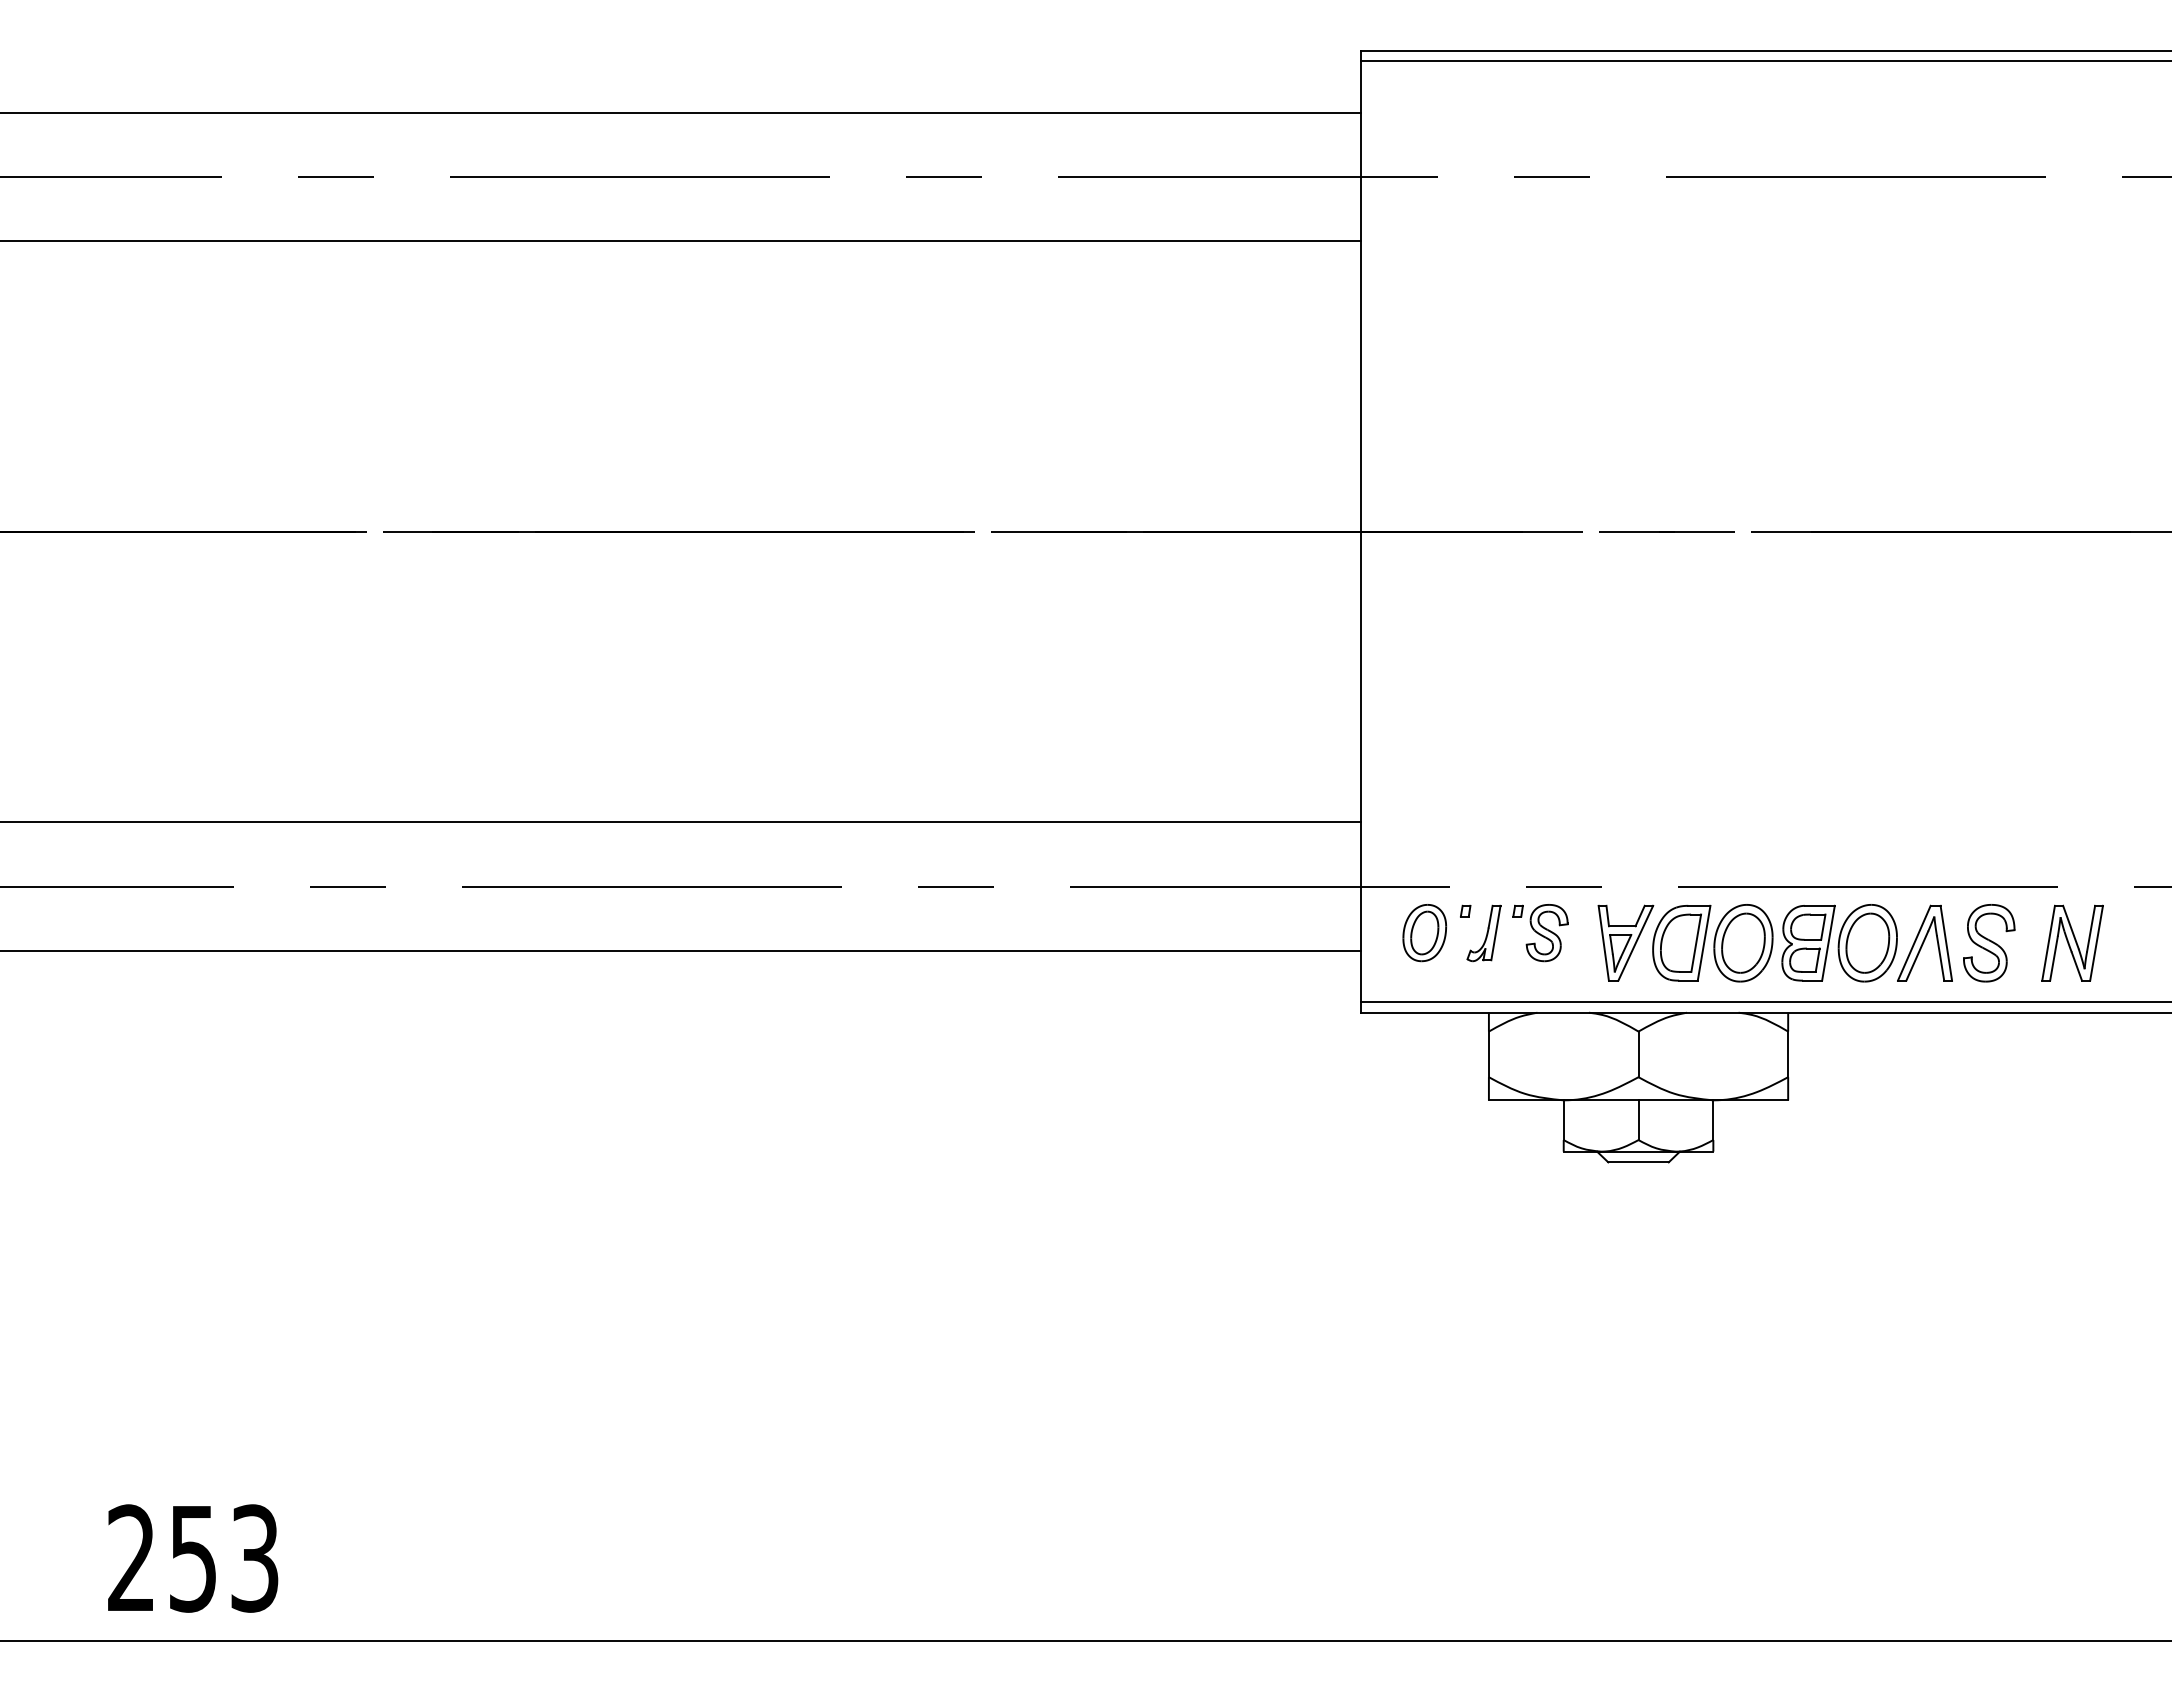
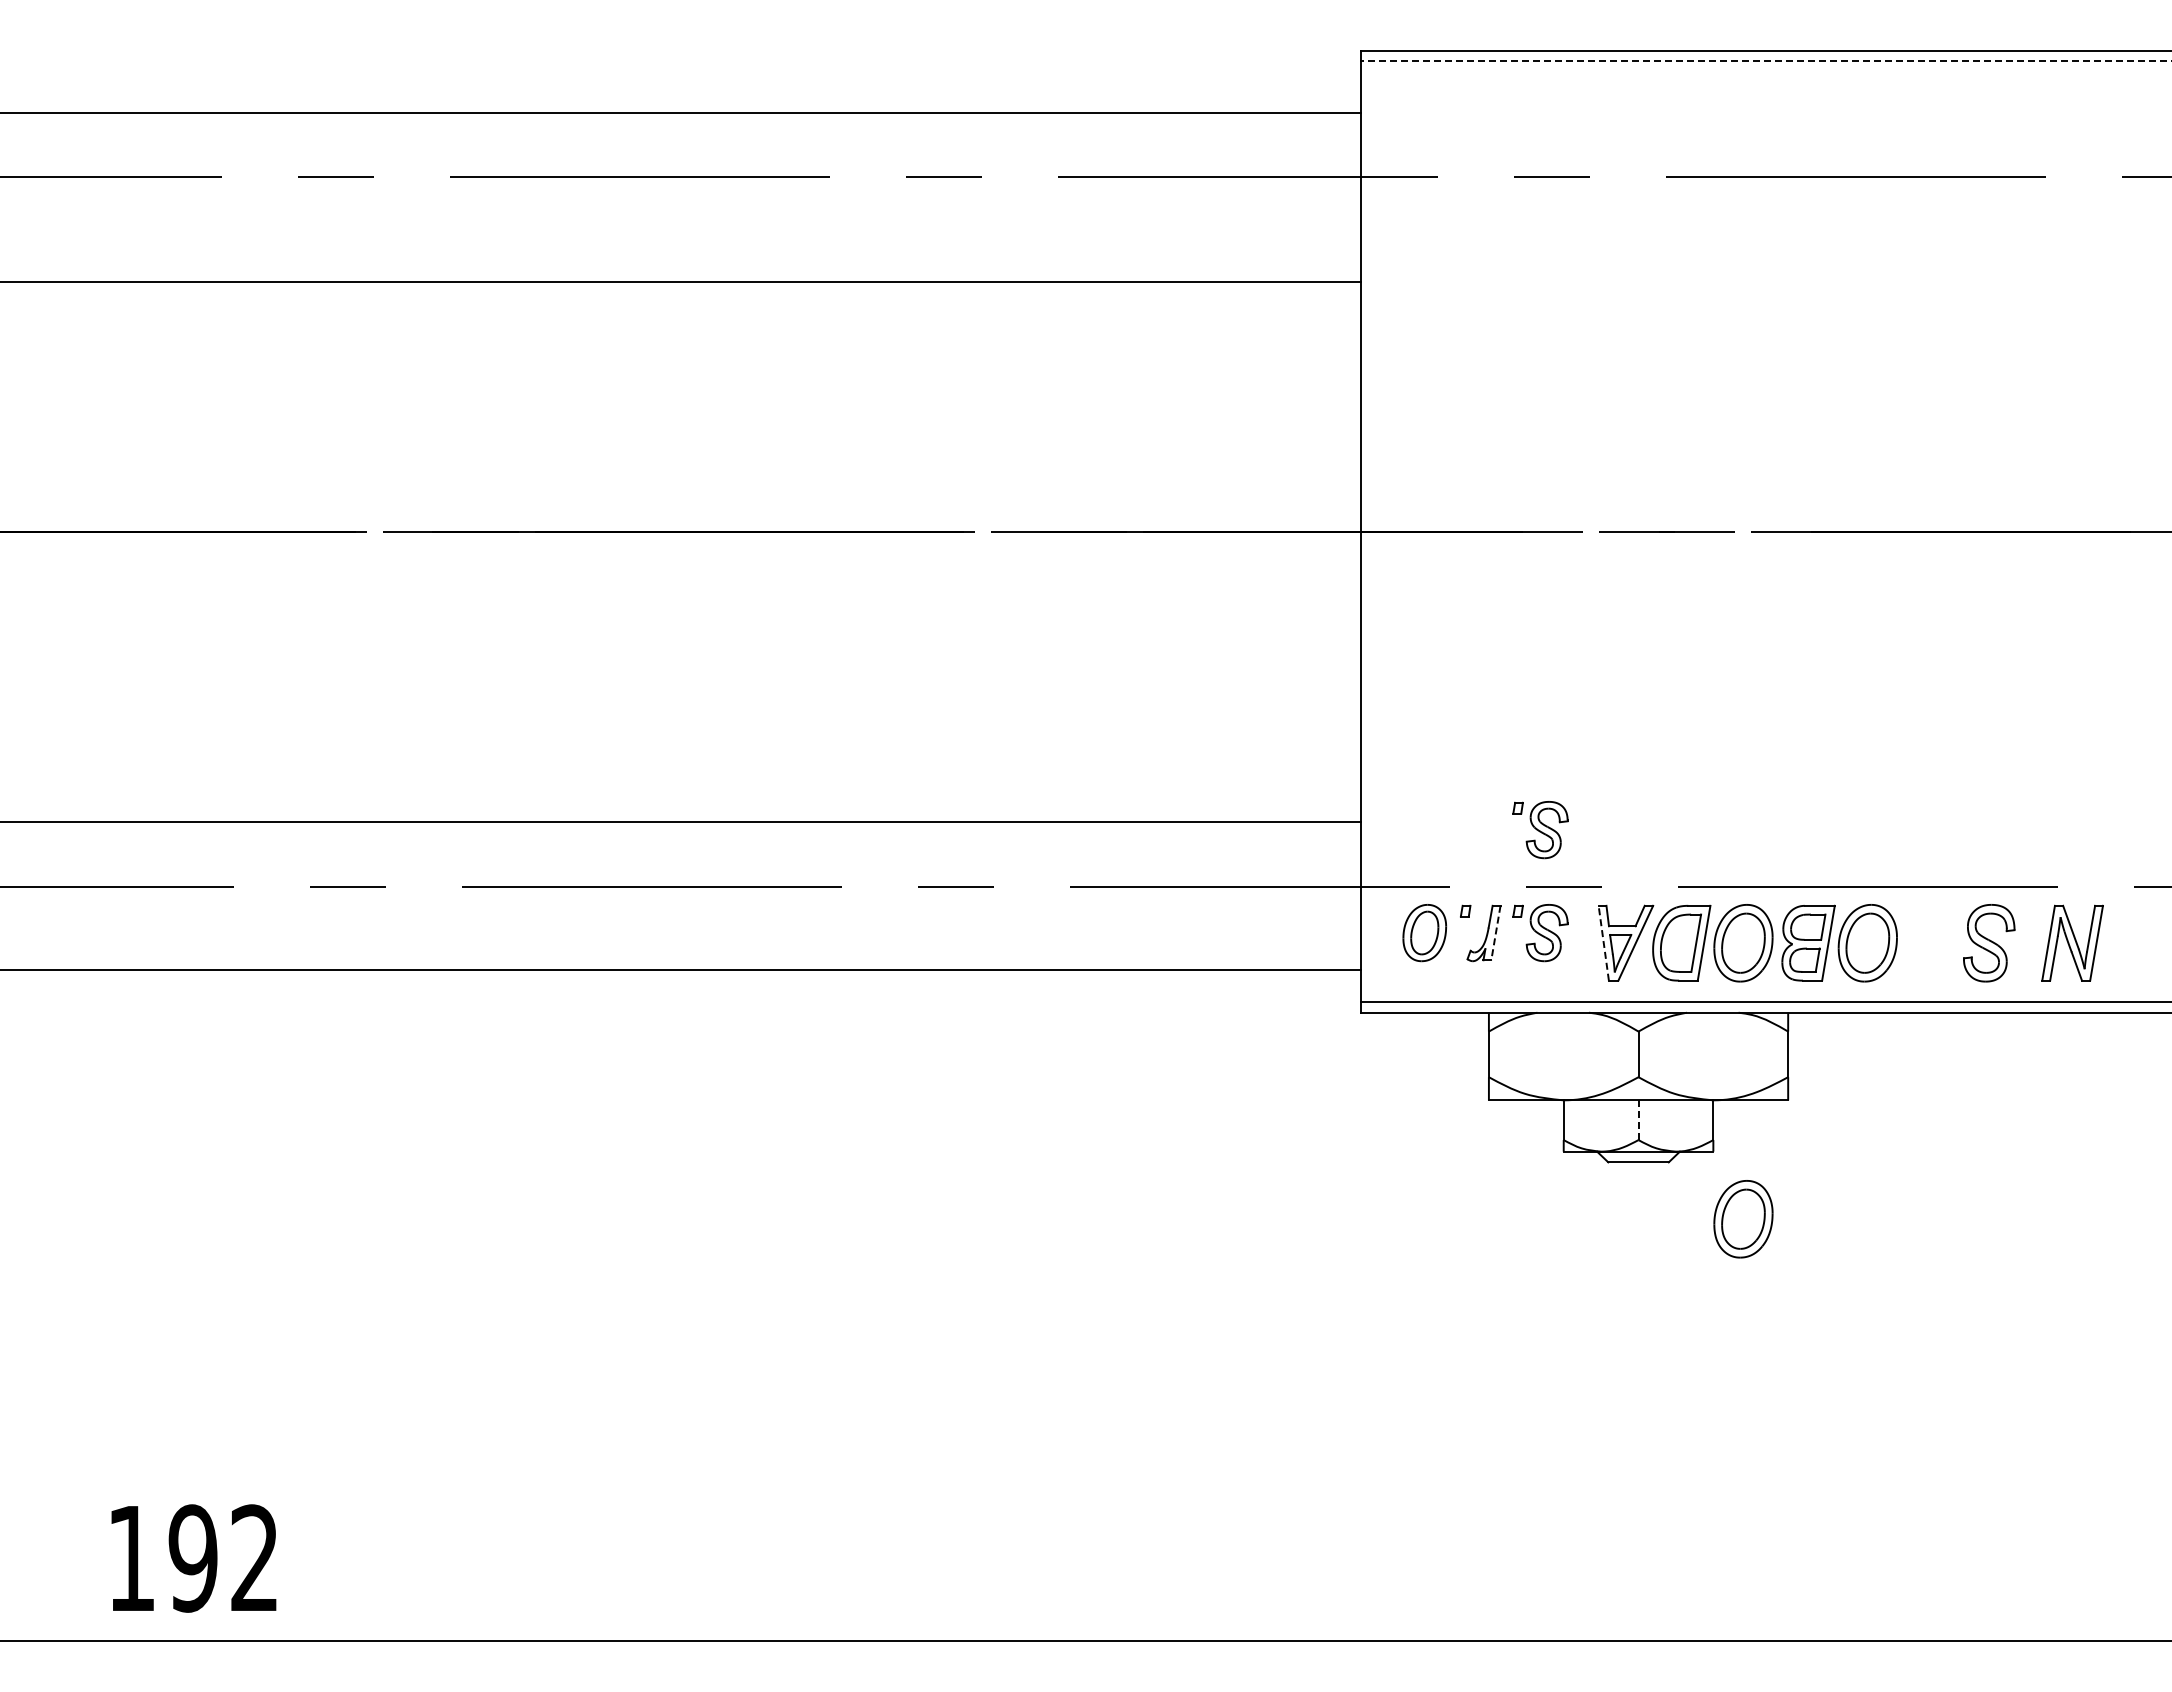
line at (1766, 61): solid -> dashed
line at (681, 241) position: (681, 241) -> (681, 282)
part at (1540, 830): none -> present
line at (1495, 933): solid -> dashed
part at (1924, 942): present -> none
line at (1603, 943): solid -> dashed
line at (681, 950) position: (681, 950) -> (681, 969)
line at (1638, 1120): solid -> dashed
part at (1743, 1219): none -> present
text at (193, 1558): 253 -> 192
